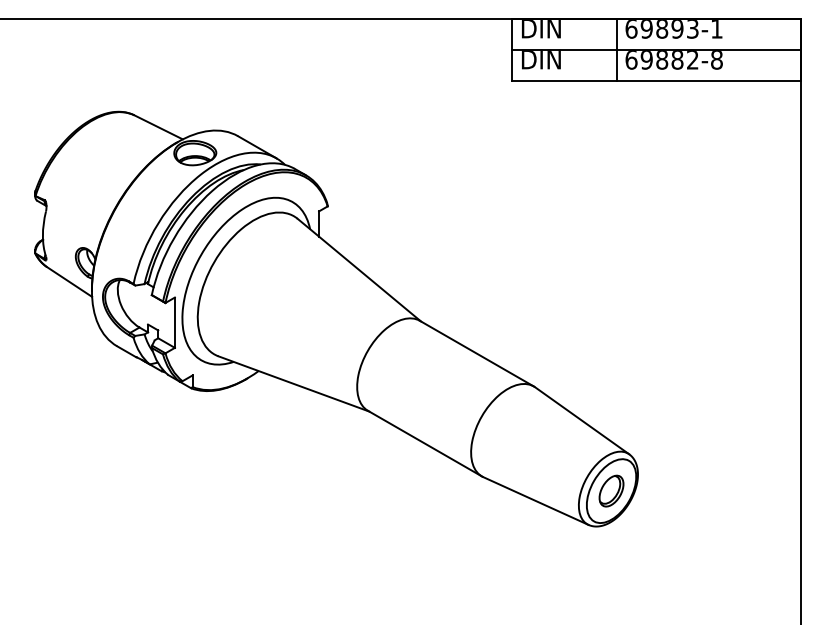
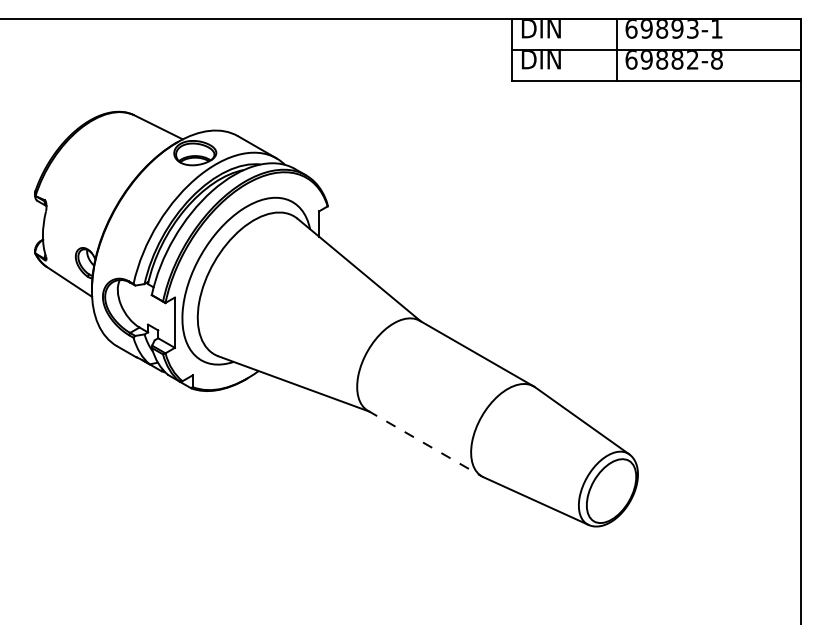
line at (424, 443): solid -> dashed
part at (611, 490): present -> none
